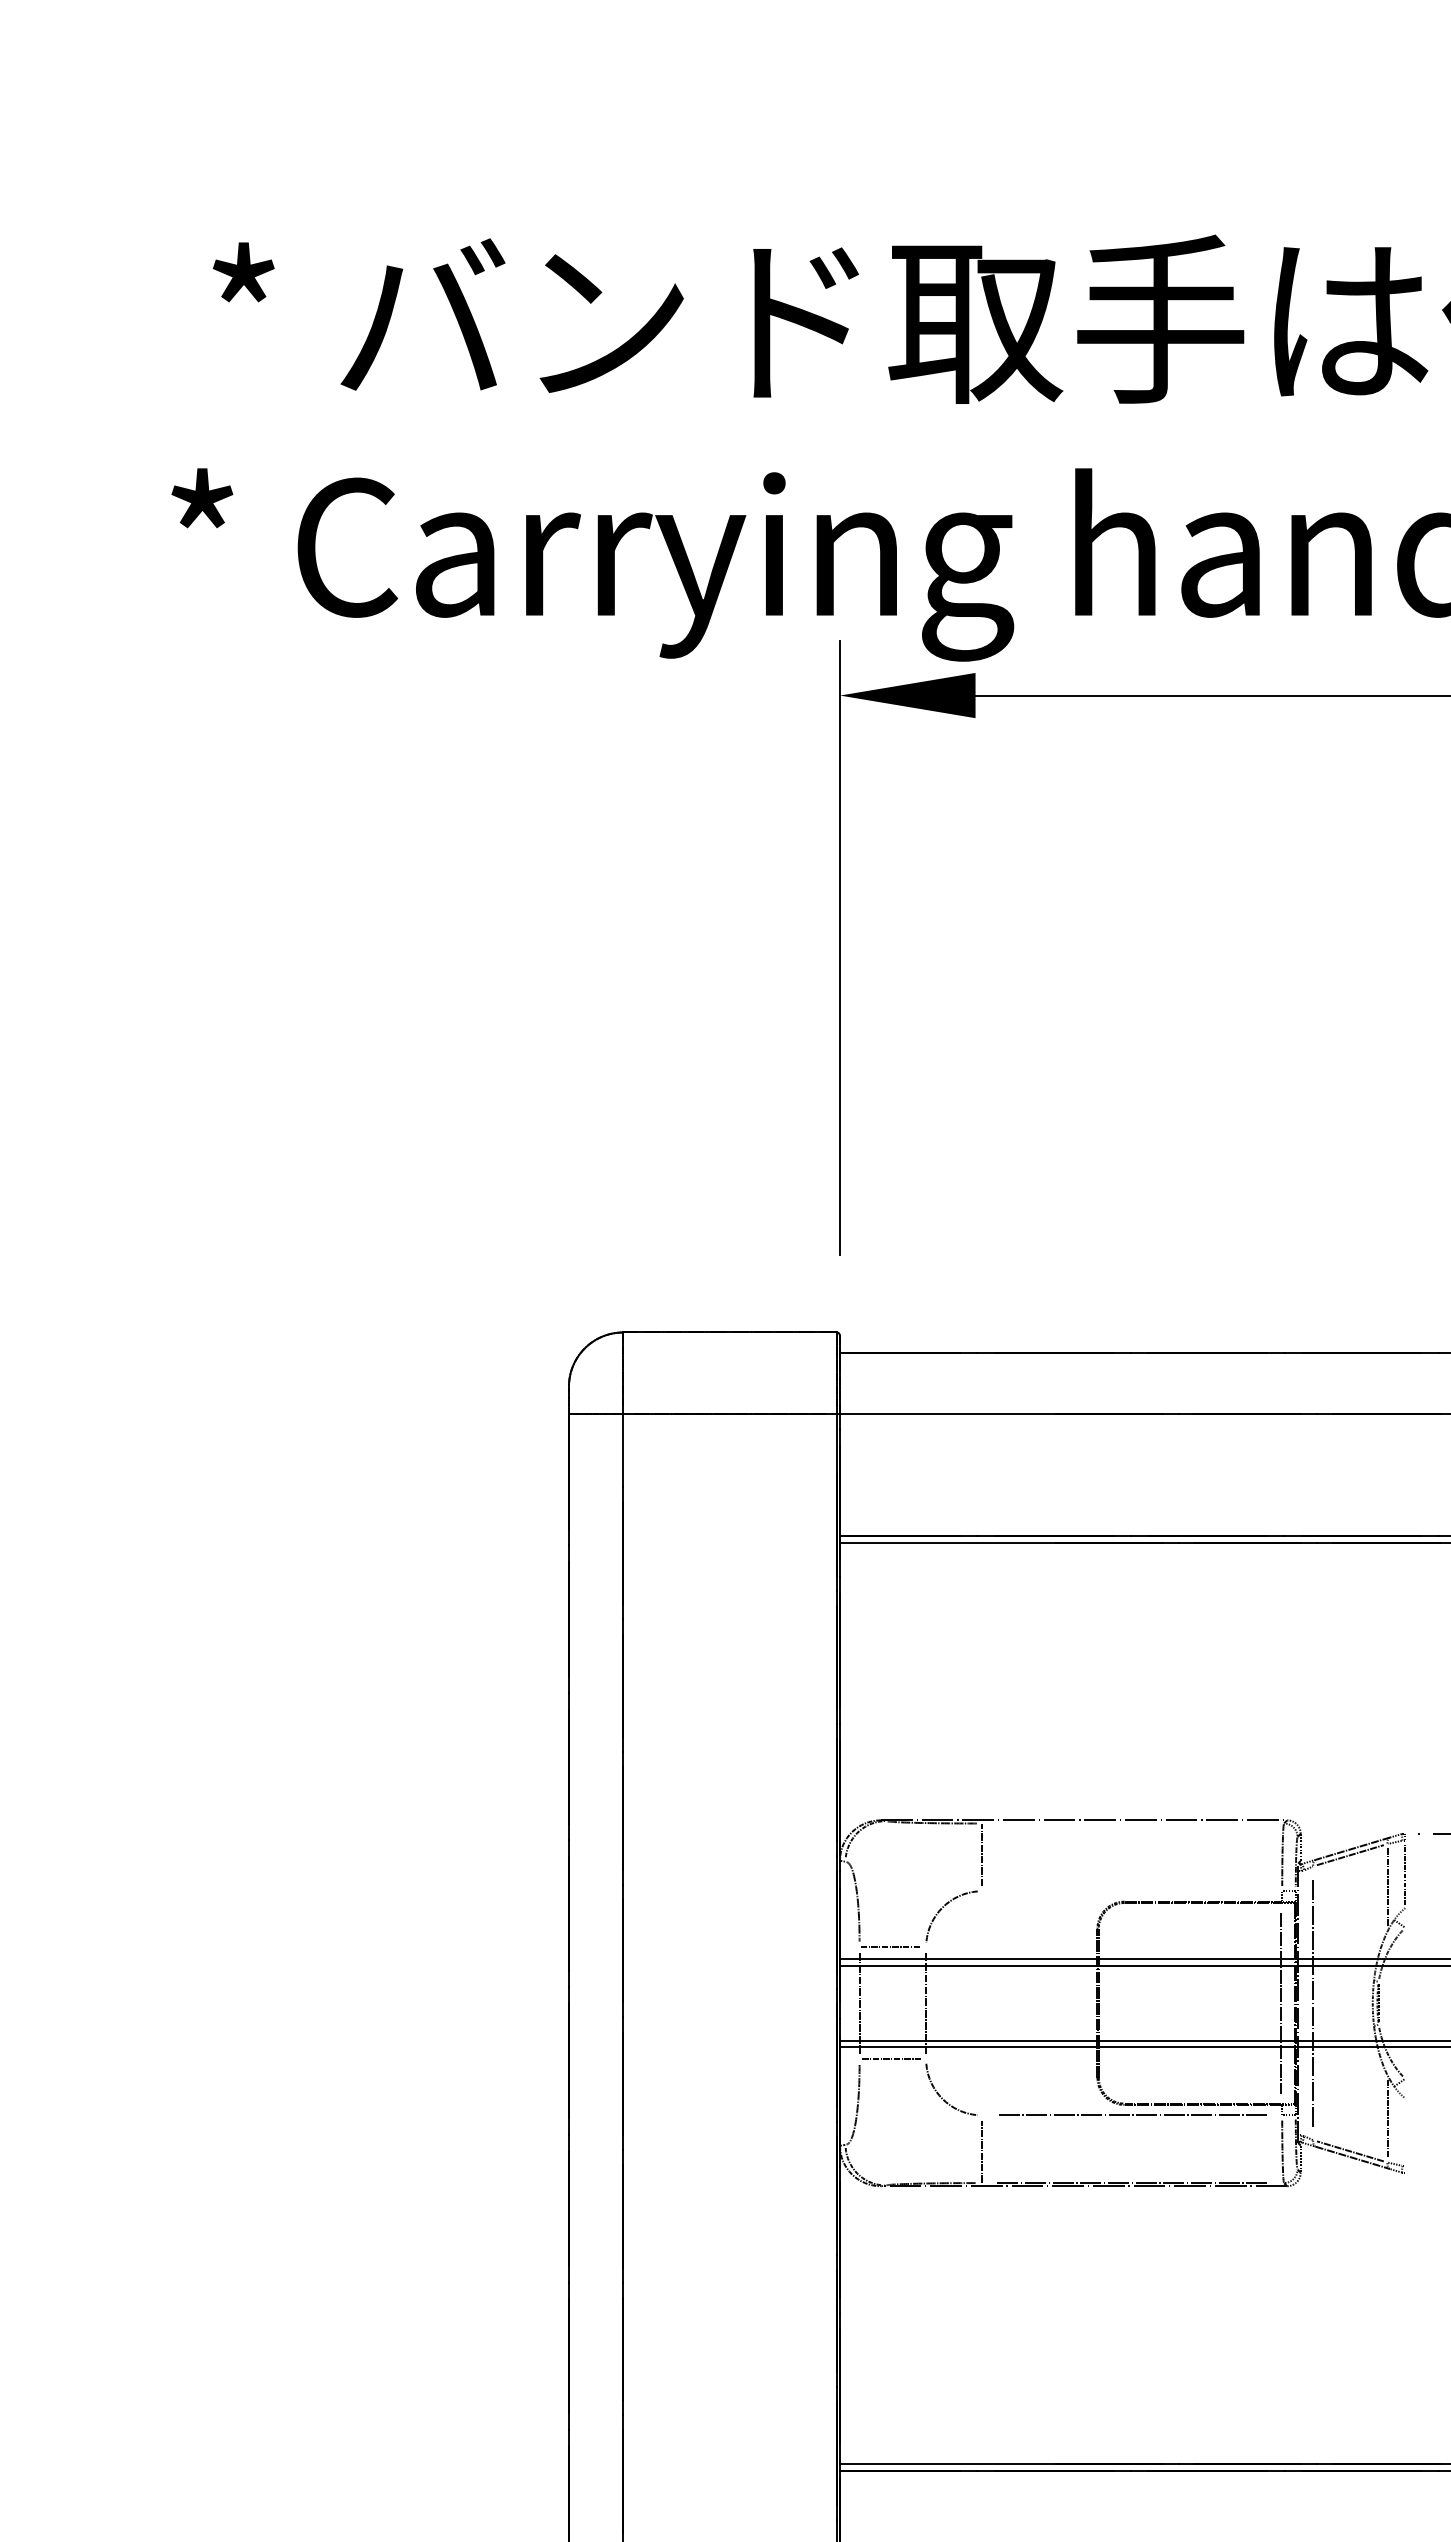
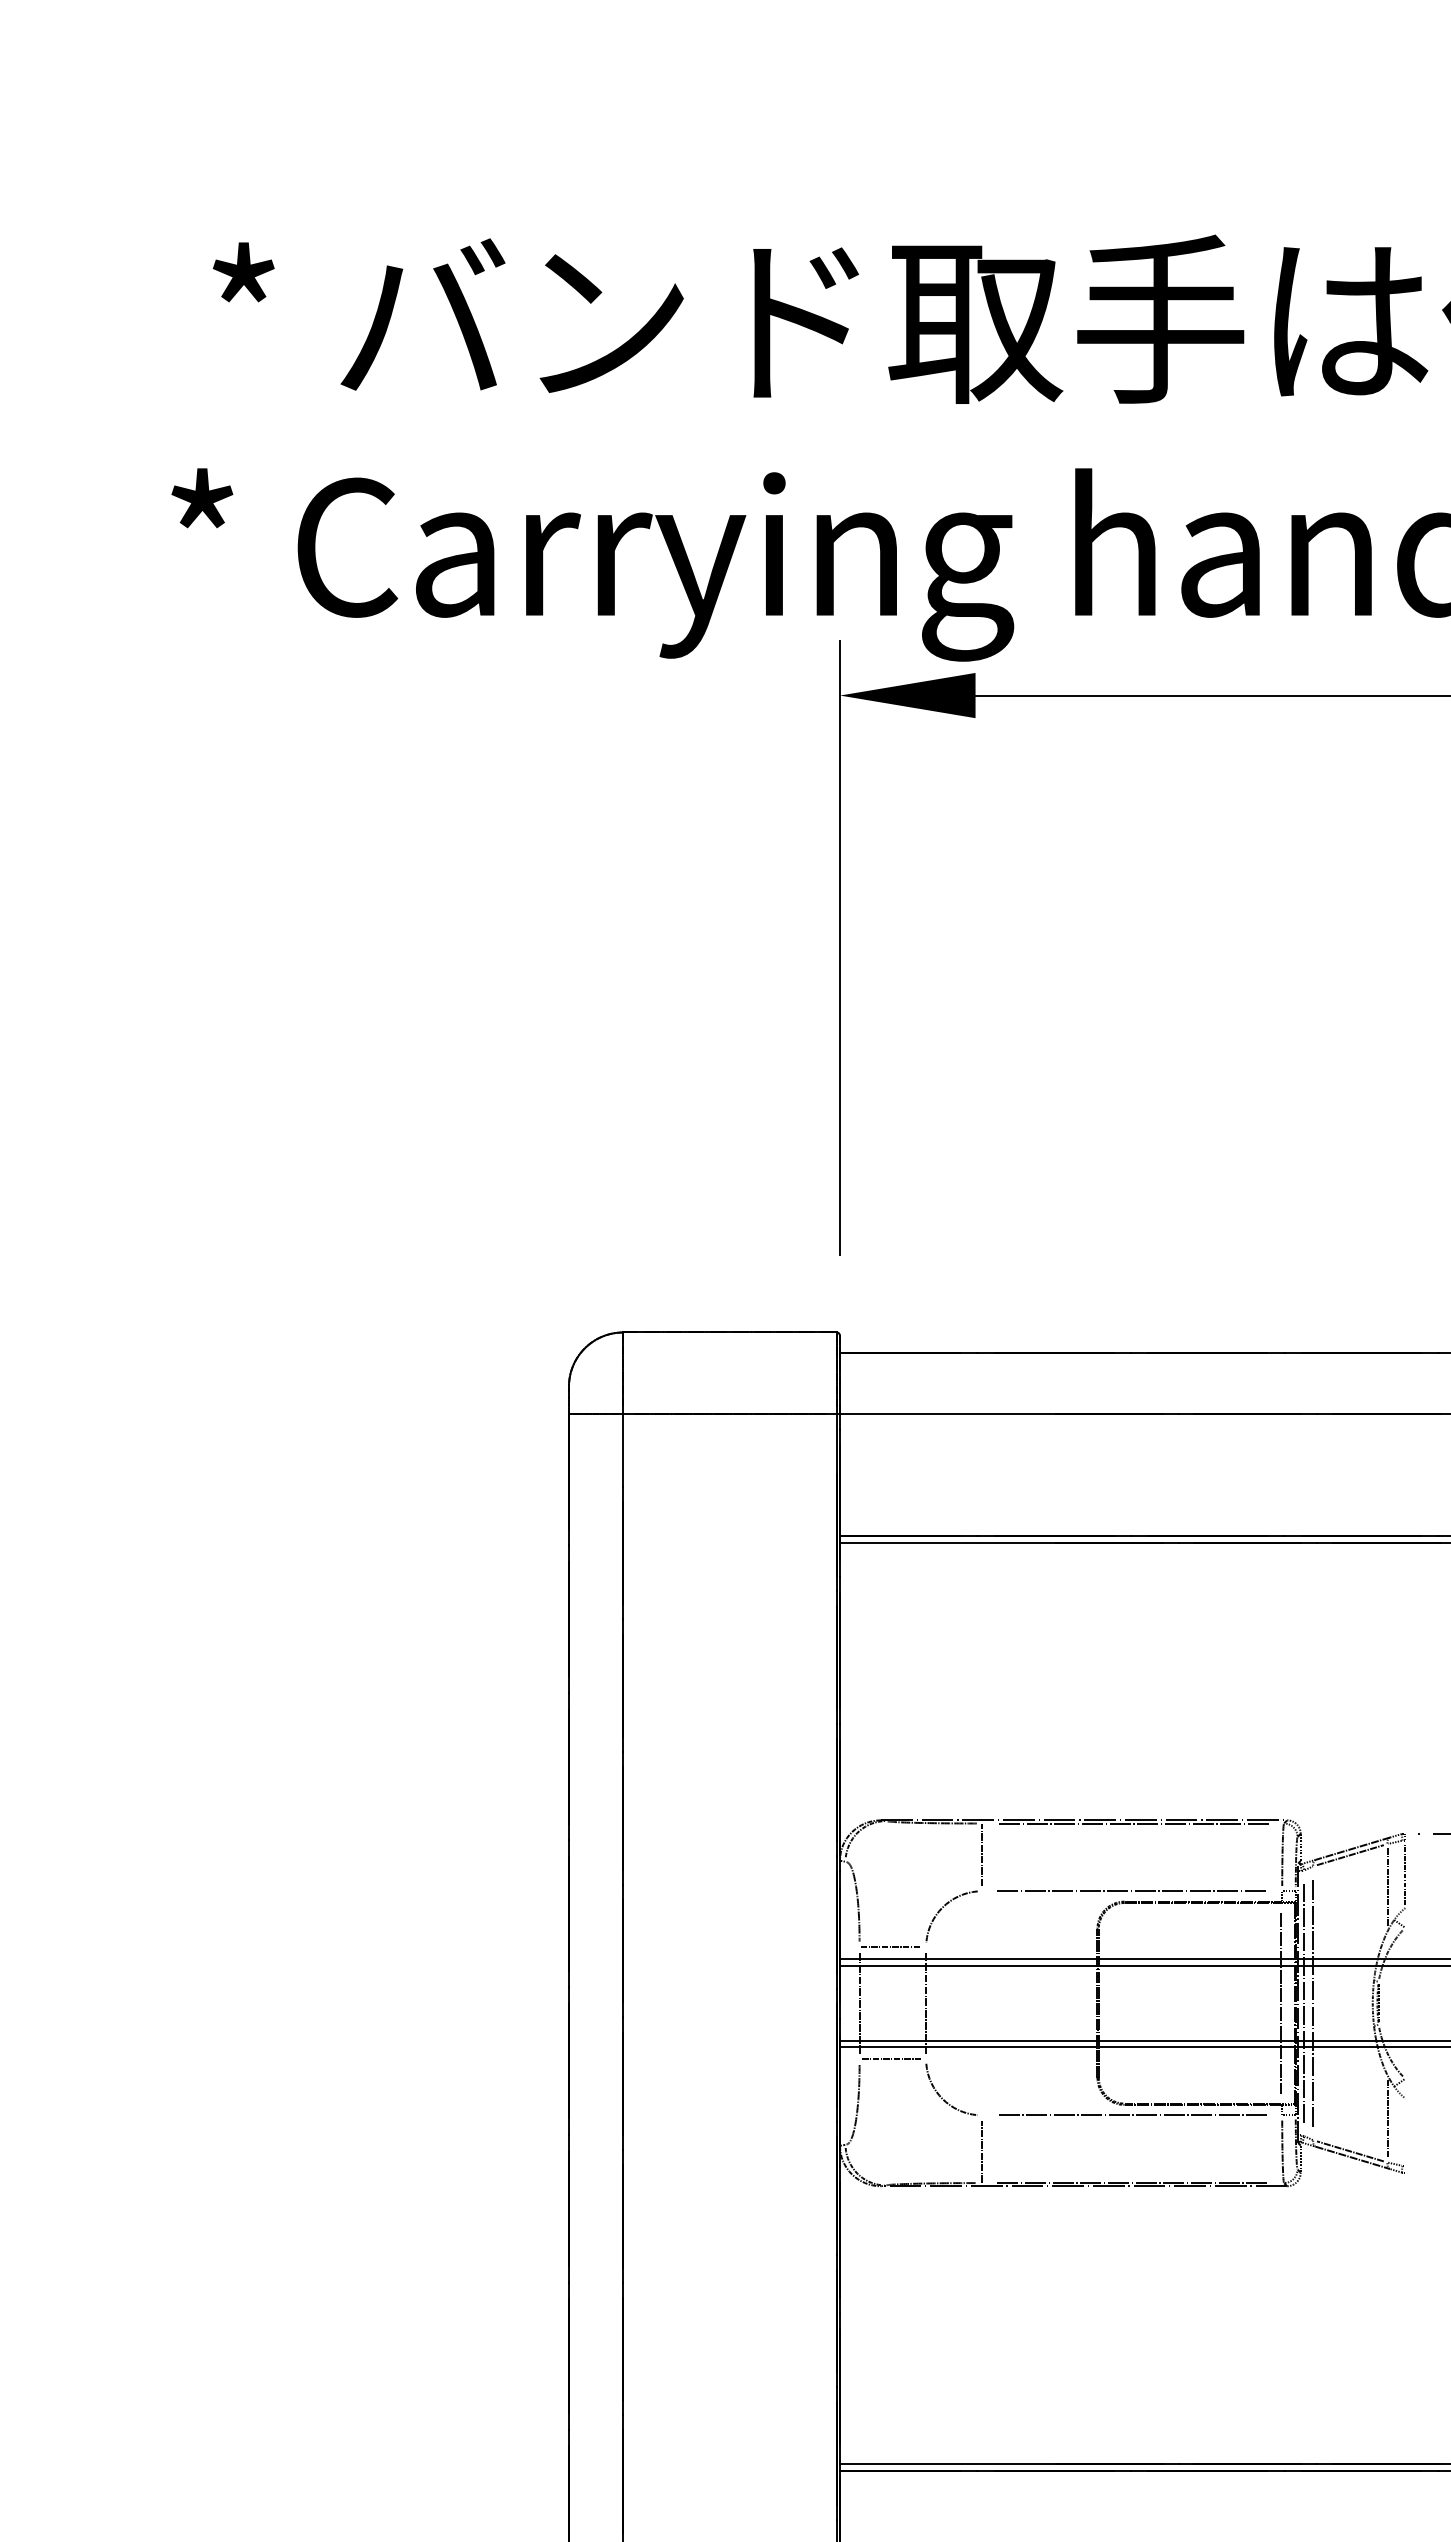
line at (1132, 1823): none -> present
line at (1131, 1890): none -> present
line at (1304, 2002): none -> present
